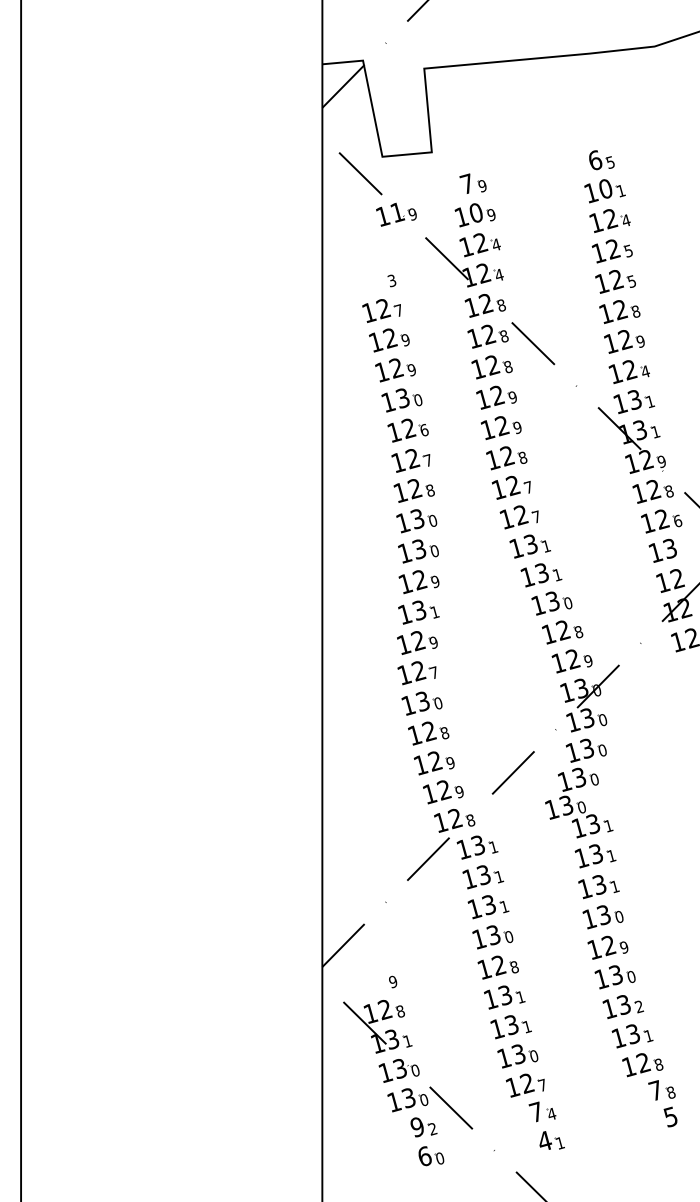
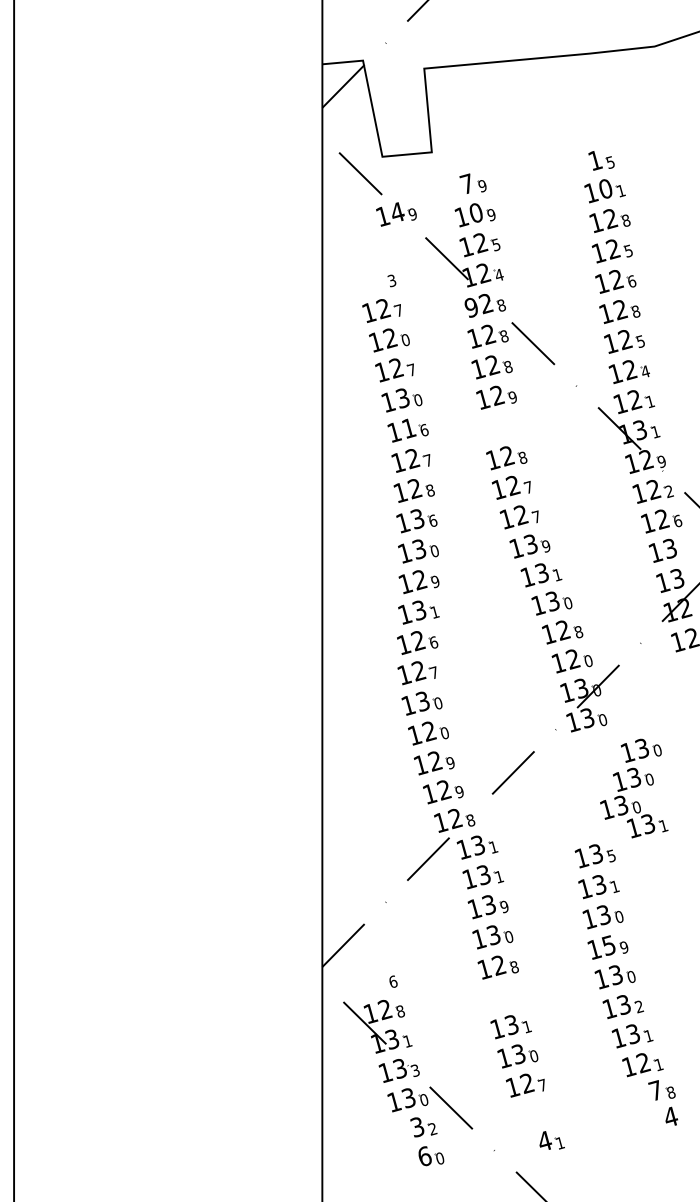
text at (595, 160): 6 -> 1
text at (397, 212): 11 -> 14
text at (626, 220): 4 -> 8
text at (496, 244): 4 -> 5
text at (631, 281): 5 -> 6
text at (471, 307): 12 -> 92
text at (405, 340): 9 -> 0
text at (640, 341): 9 -> 5
text at (411, 369): 9 -> 7
text at (634, 400): 13 -> 12
text at (408, 428): 12 -> 11
part at (501, 428): present -> none
text at (668, 491): 8 -> 2
text at (433, 519): 0 -> 6
text at (546, 546): 1 -> 9
text at (677, 579): 12 -> 13
line at (21, 600) position: (21, 600) -> (14, 600)
text at (433, 642): 9 -> 6
text at (588, 661): 9 -> 0
text at (444, 733): 8 -> 0
part at (579, 788) position: (579, 788) -> (634, 788)
text at (611, 855): 1 -> 5
text at (504, 906): 1 -> 9
text at (608, 945): 12 -> 15
text at (393, 981): 9 -> 6
part at (504, 997): present -> none
text at (658, 1064): 8 -> 1
text at (415, 1070): 0 -> 3
part at (542, 1111): present -> none
text at (670, 1116): 5 -> 4
text at (417, 1127): 9 -> 3
